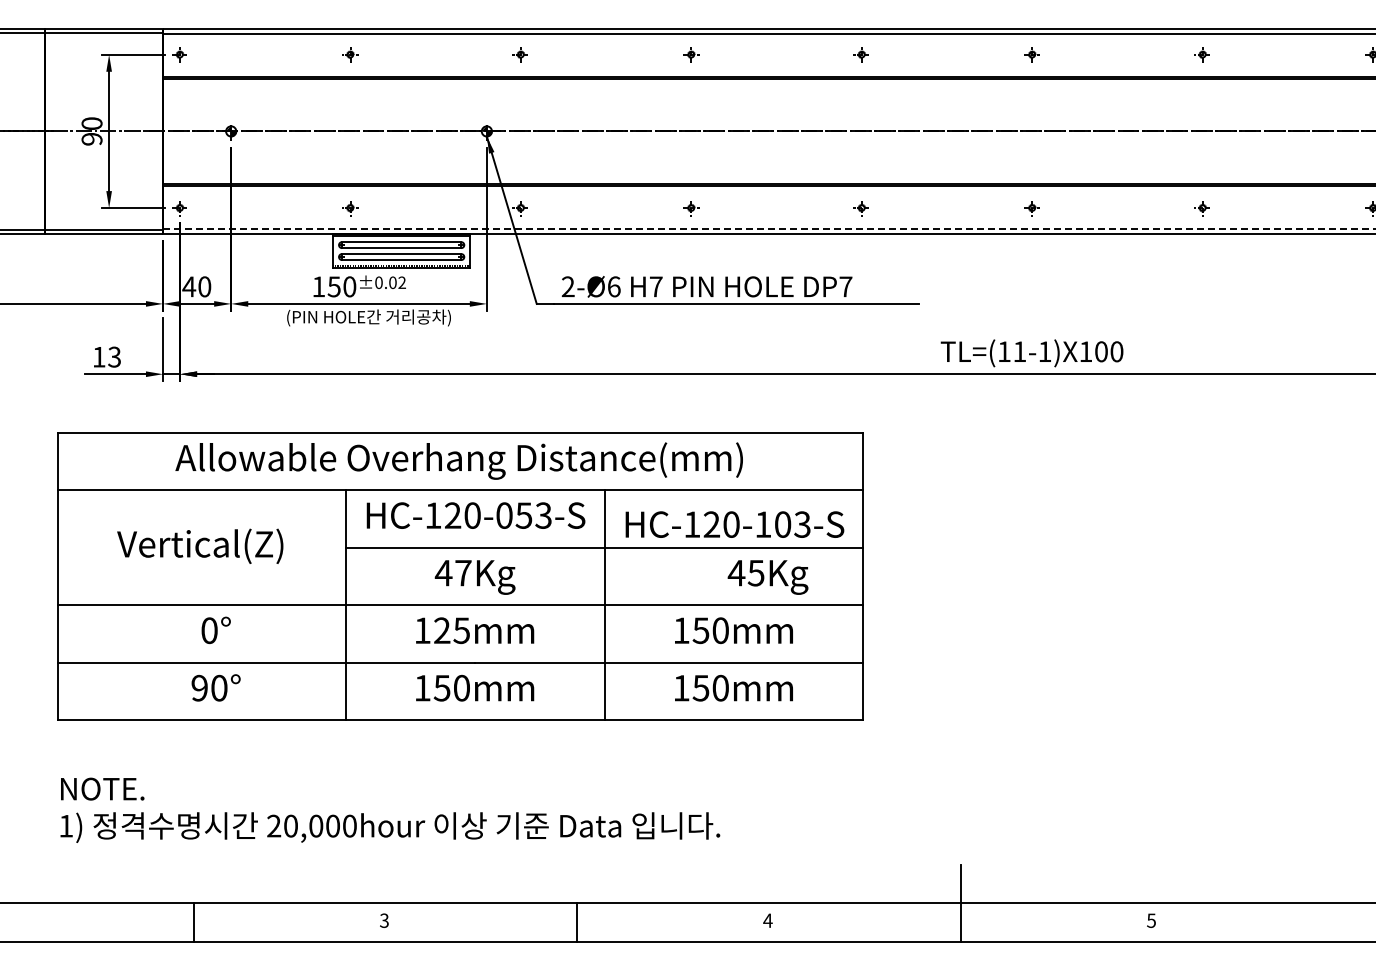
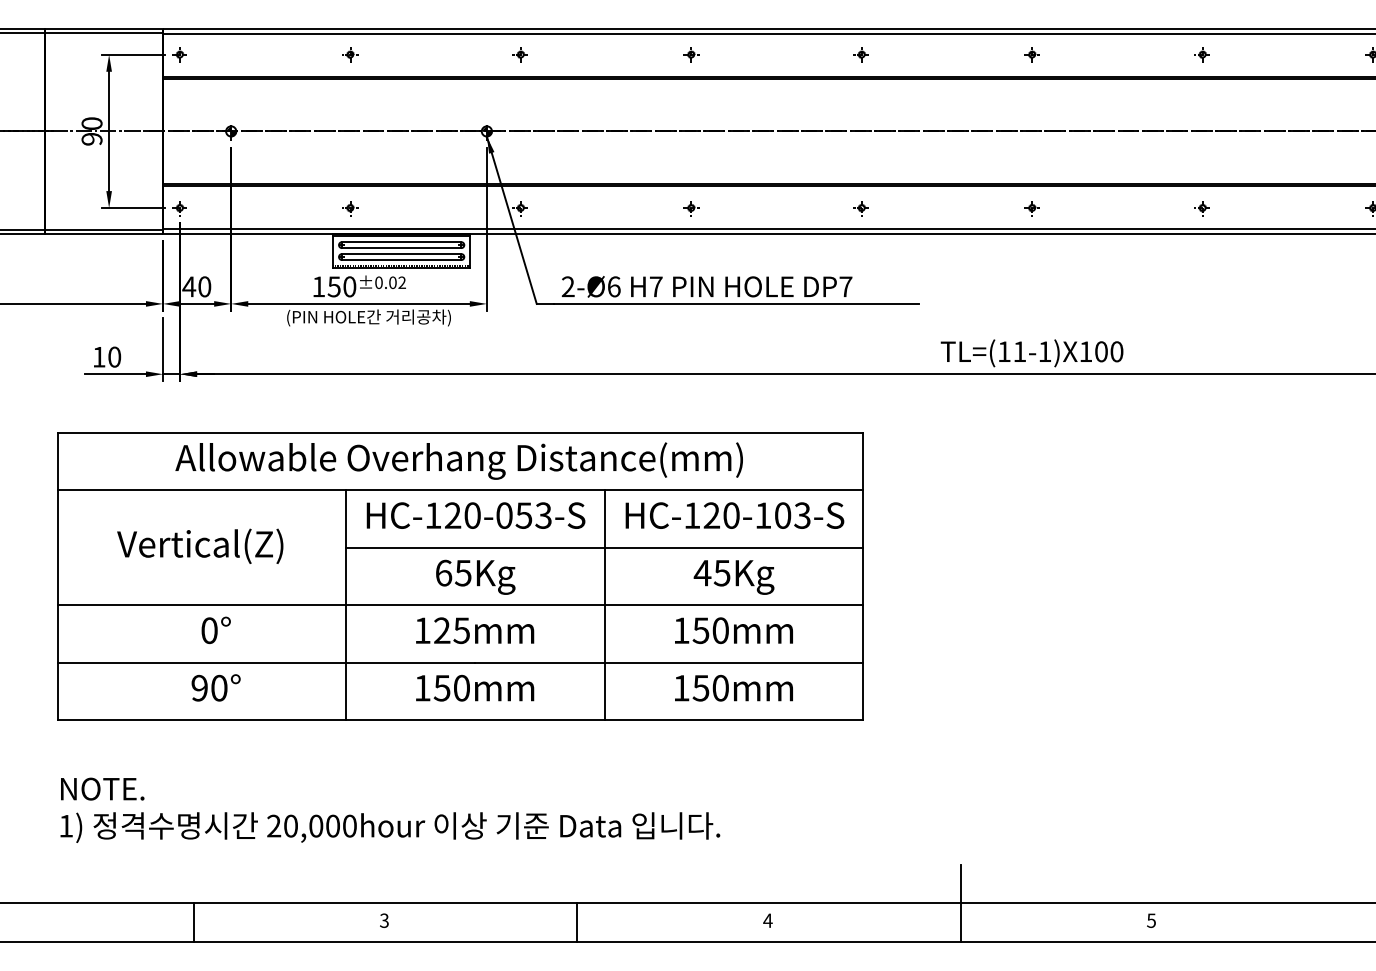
line at (769, 228): dashed -> solid
text at (114, 356): 13 -> 10
text at (734, 524) position: (734, 524) -> (734, 515)
text at (452, 572): 47Kg -> 65Kg
text at (767, 577) position: (767, 577) -> (733, 577)
